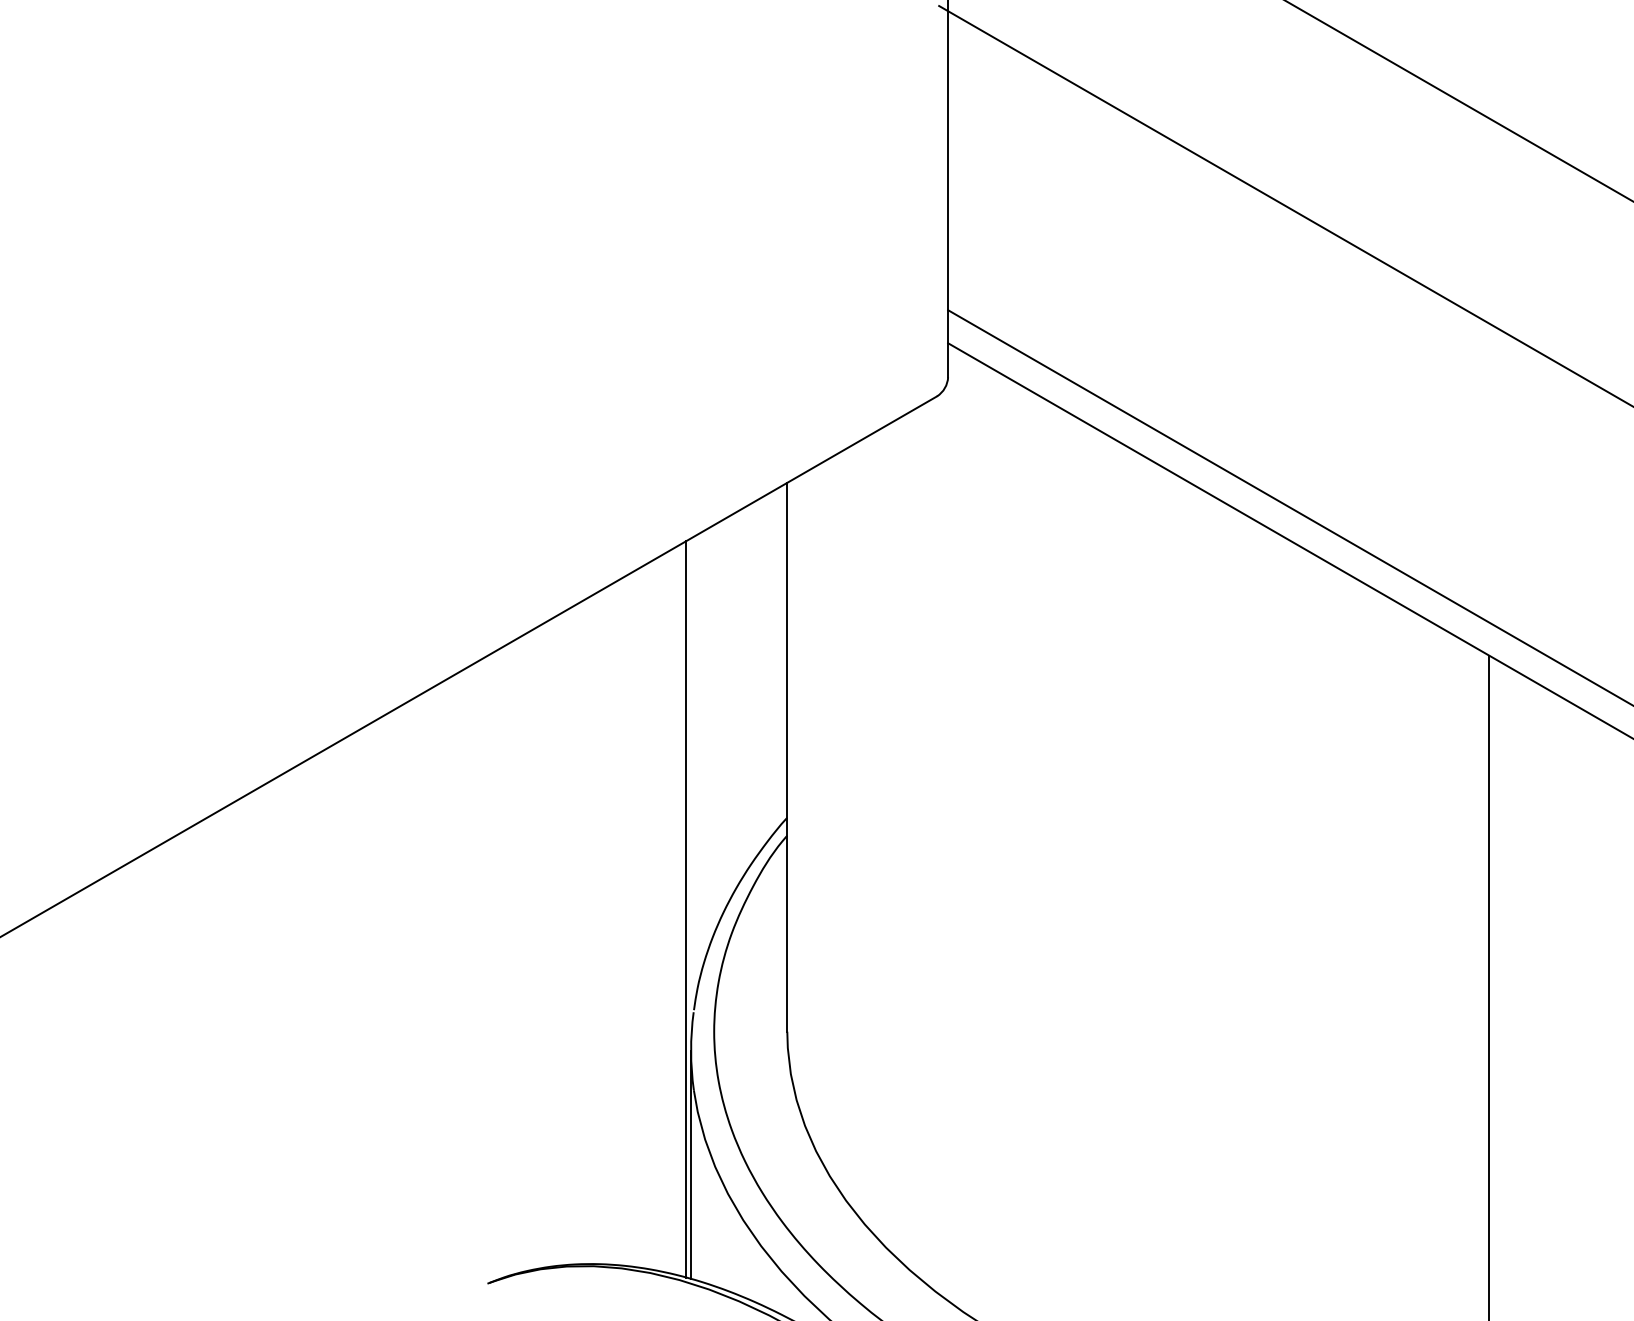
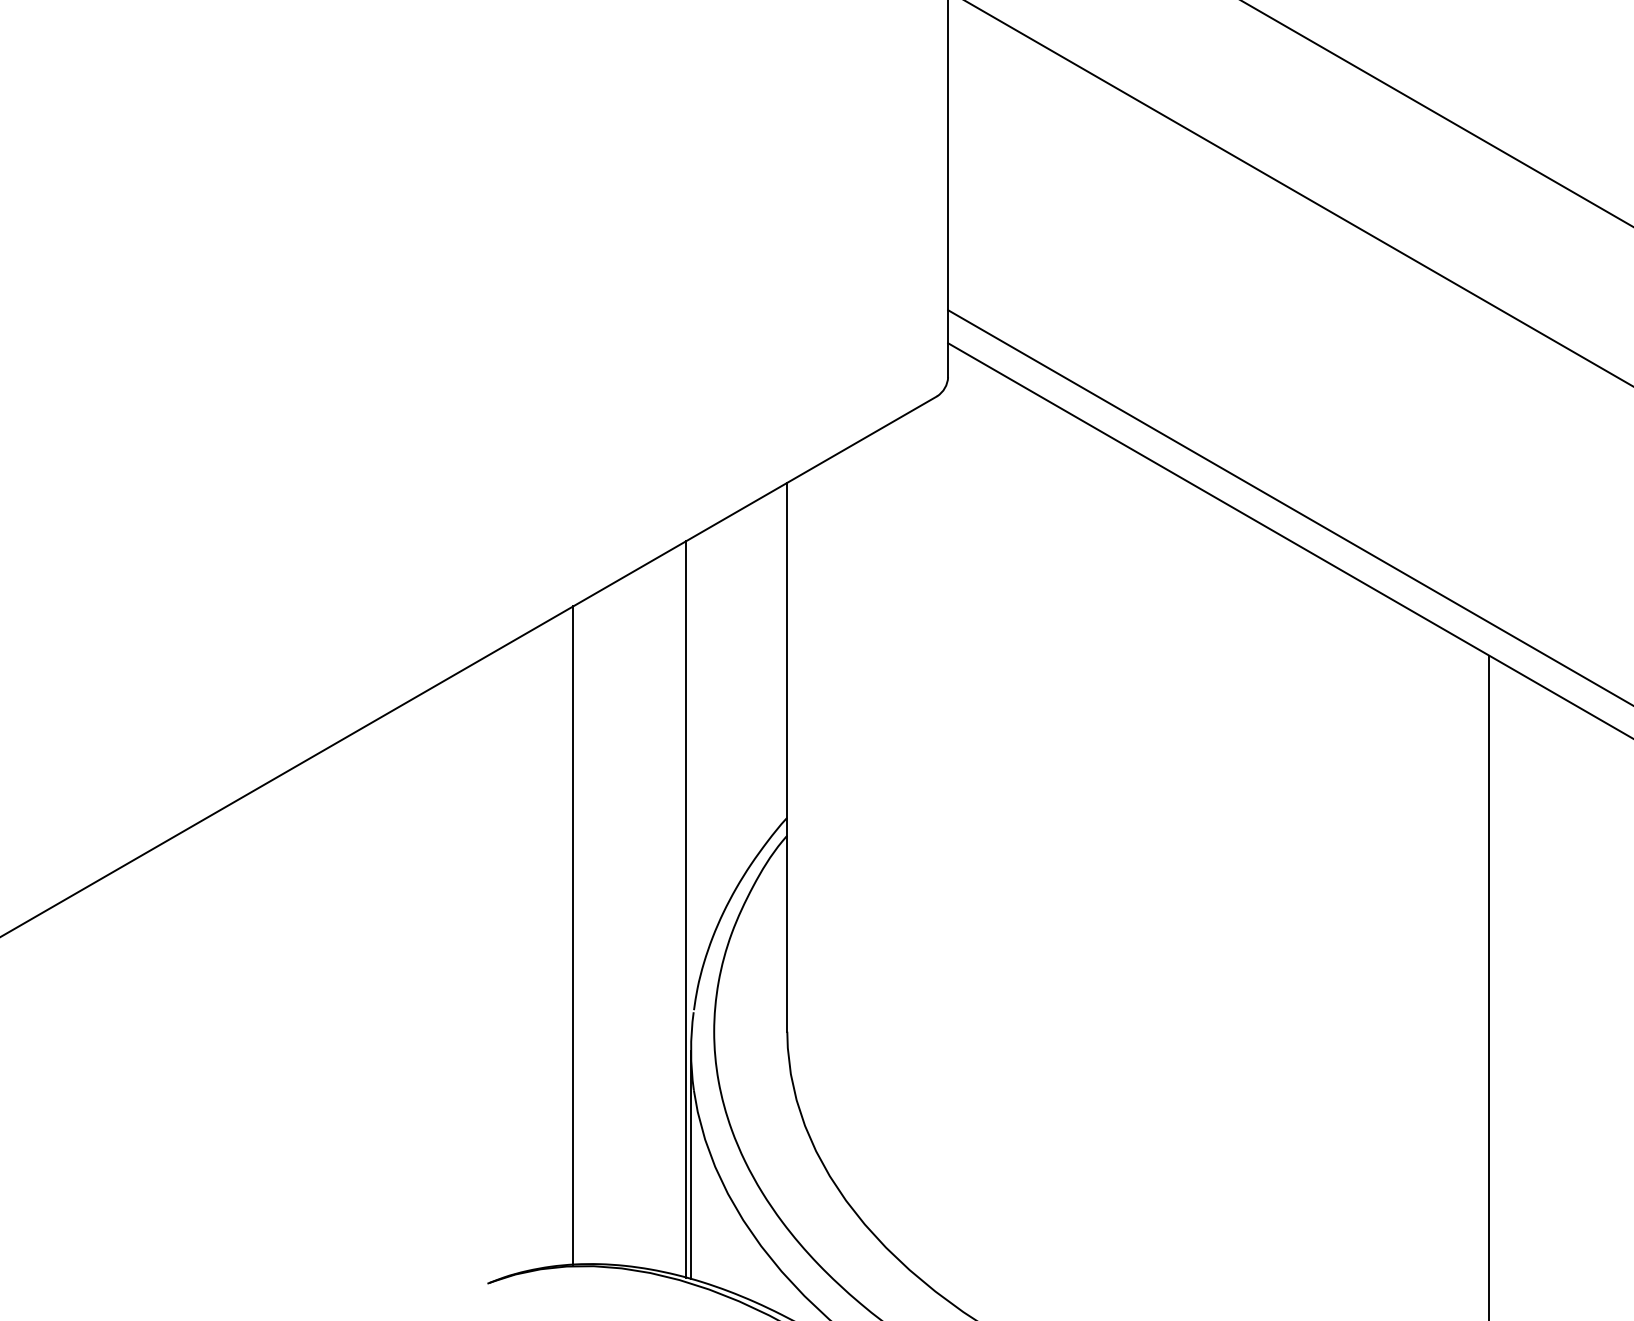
line at (1459, 100) position: (1459, 100) -> (1437, 113)
line at (1284, 205) position: (1284, 205) -> (1298, 193)
line at (573, 935): none -> present
